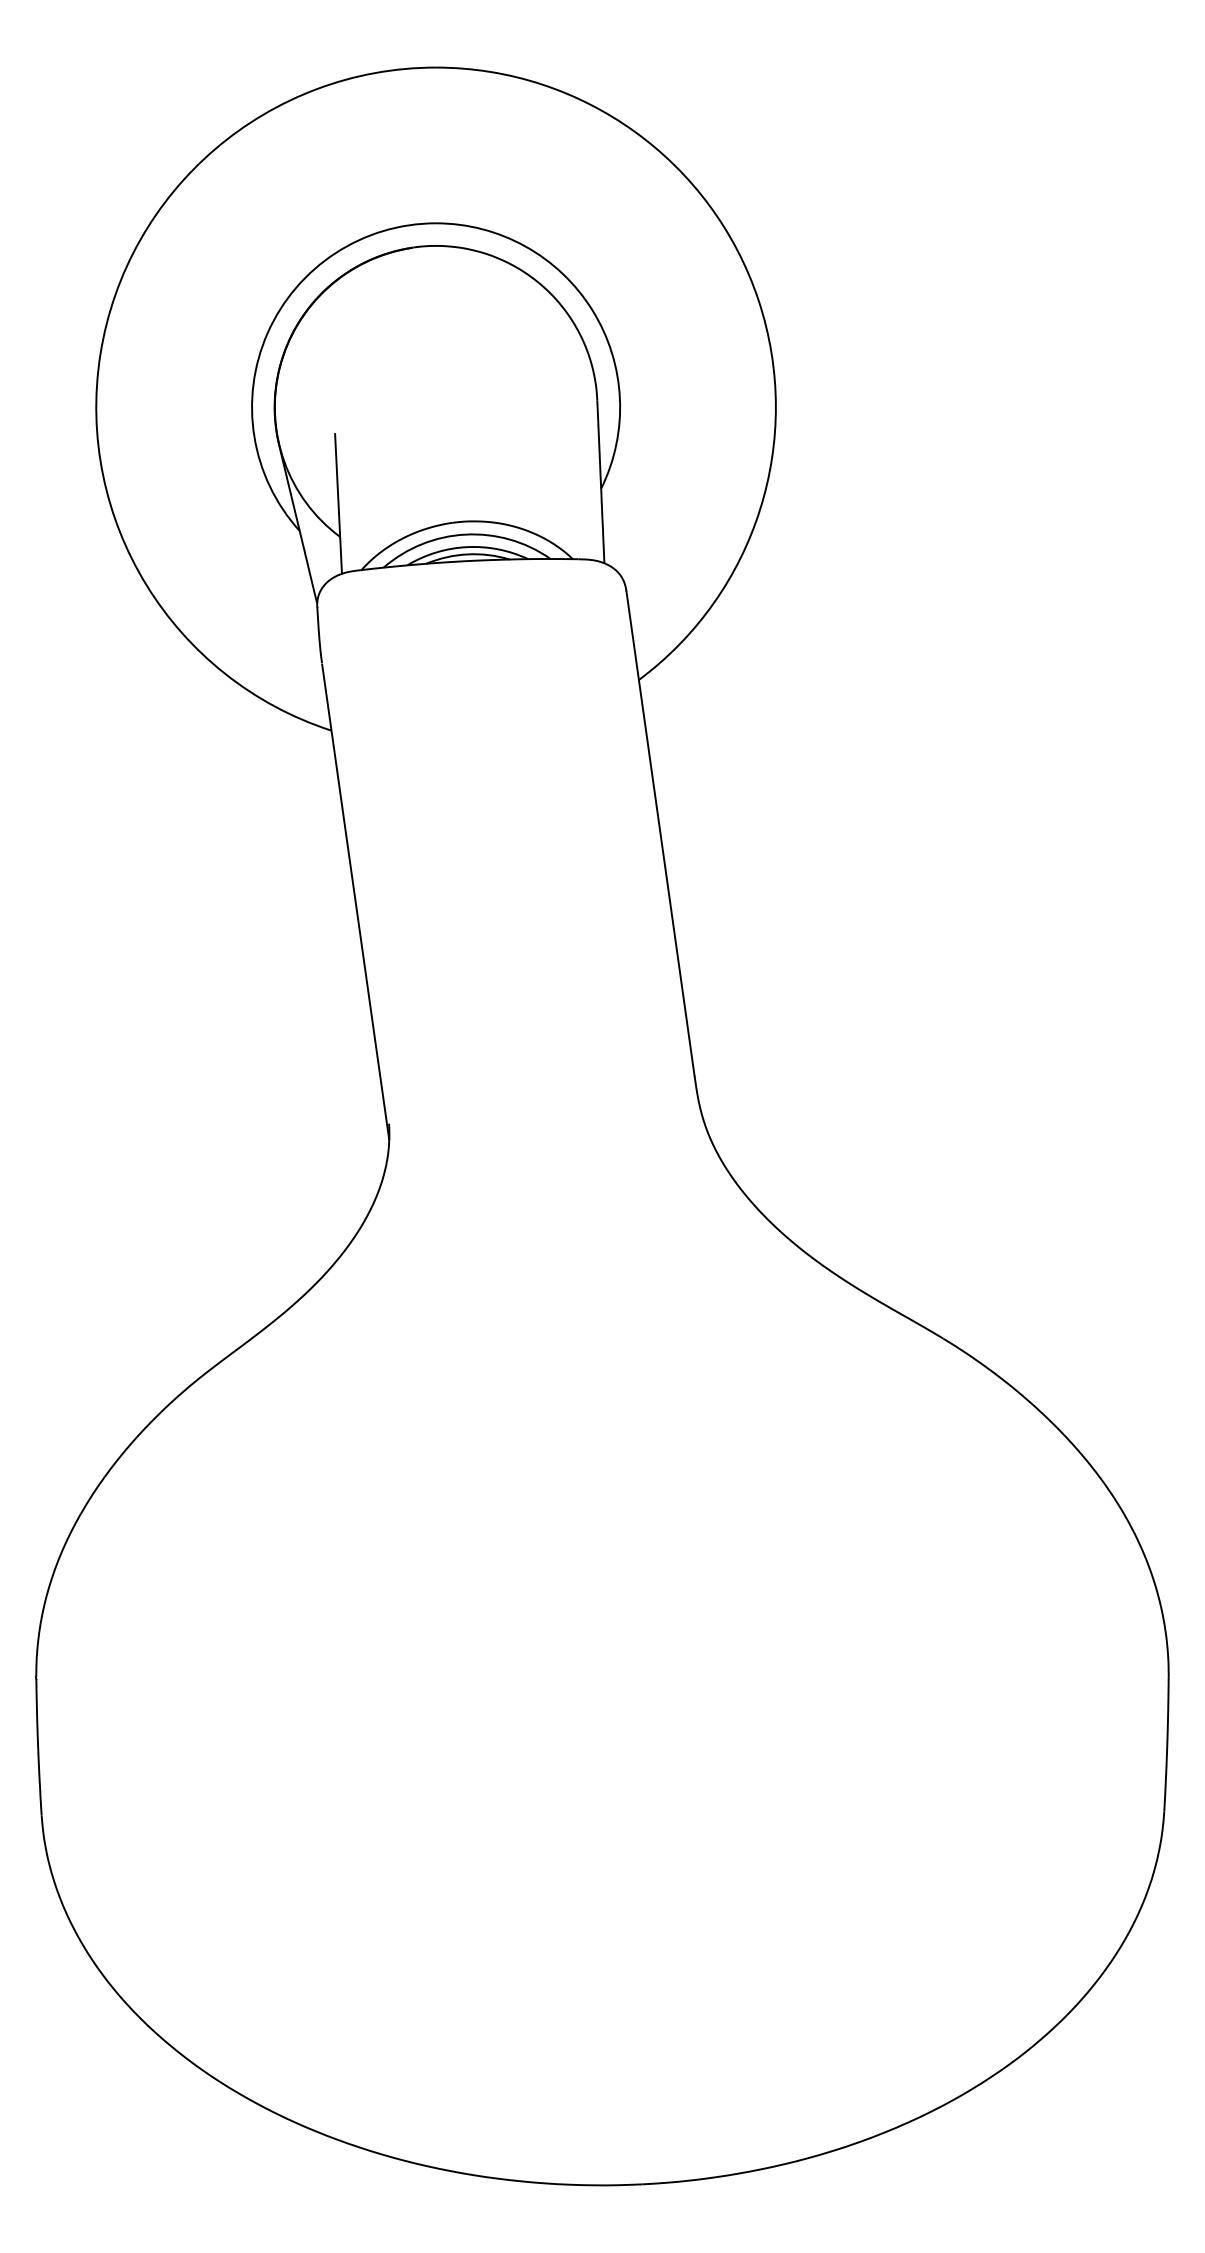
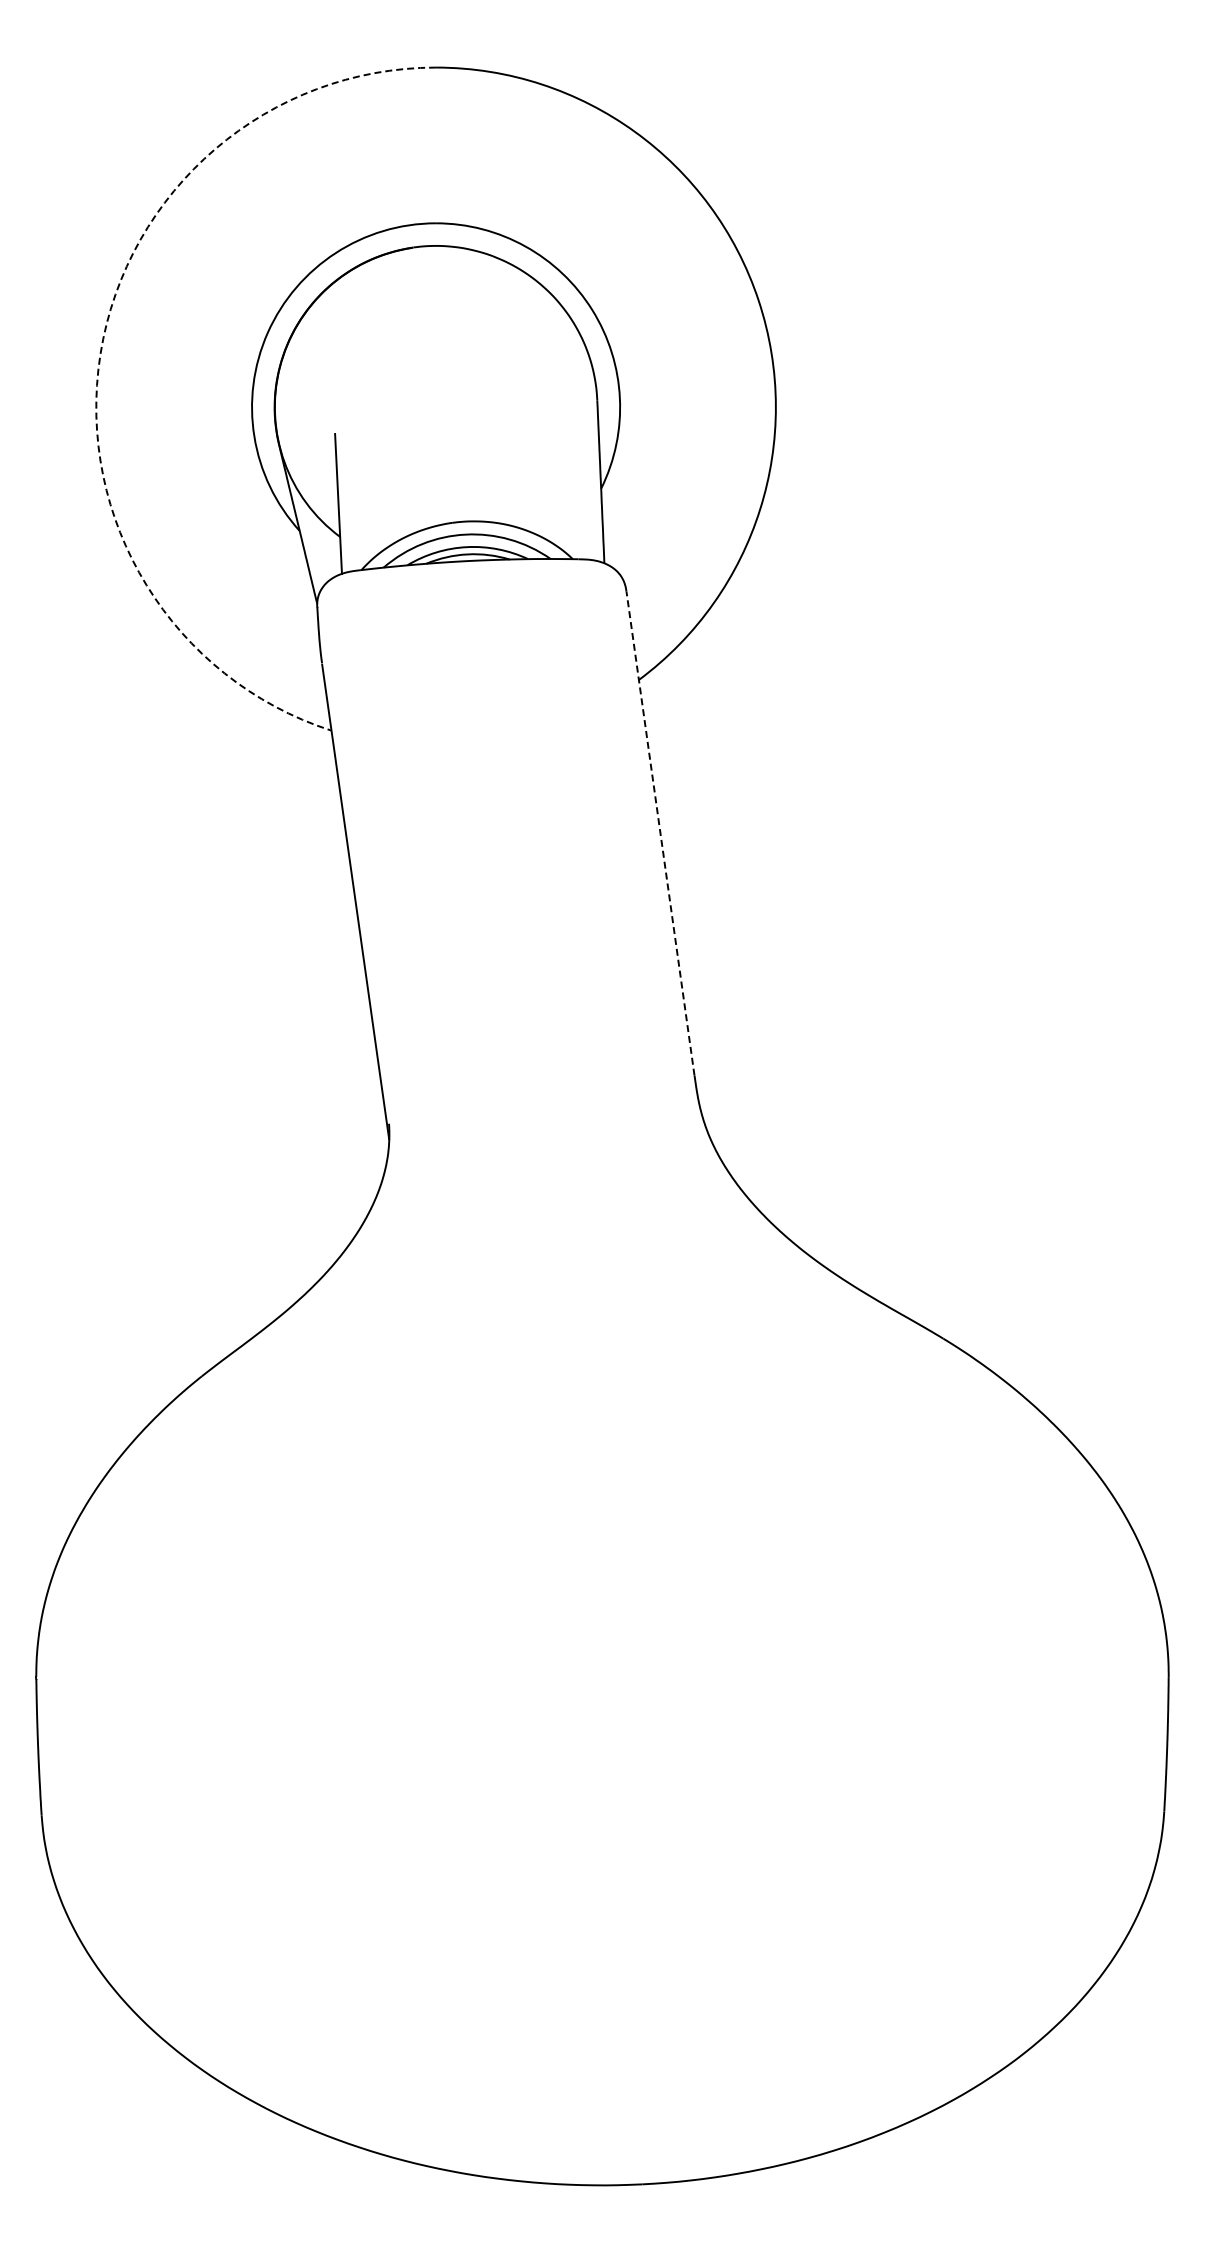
arc at (100, 354): solid -> dashed
line at (660, 833): solid -> dashed
